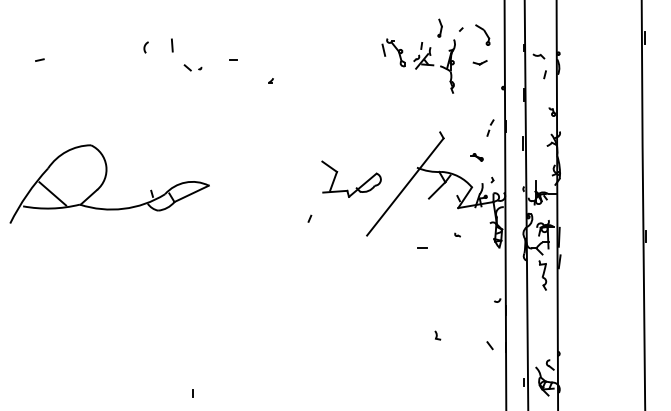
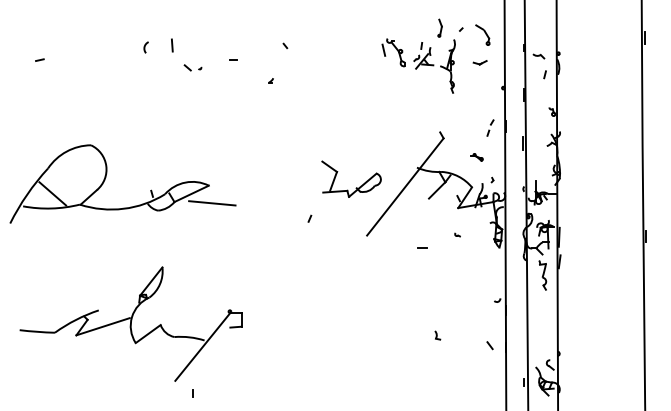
line at (285, 45): none -> present
line at (212, 203): none -> present
part at (130, 323): none -> present
